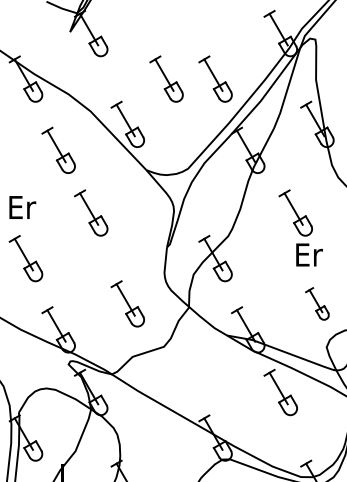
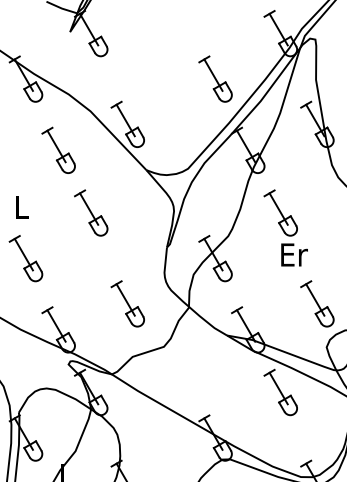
part at (166, 78): present -> none
text at (22, 207): Er -> L
part at (300, 227) position: (300, 227) -> (285, 227)
part at (317, 303) size: 25x34 px -> 35x48 px
